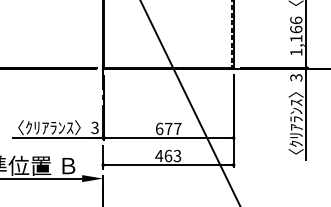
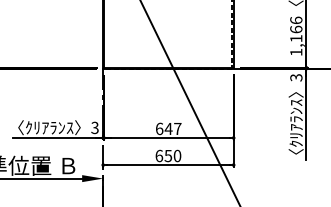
text at (168, 128): 677 -> 647
text at (168, 155): 463 -> 650
